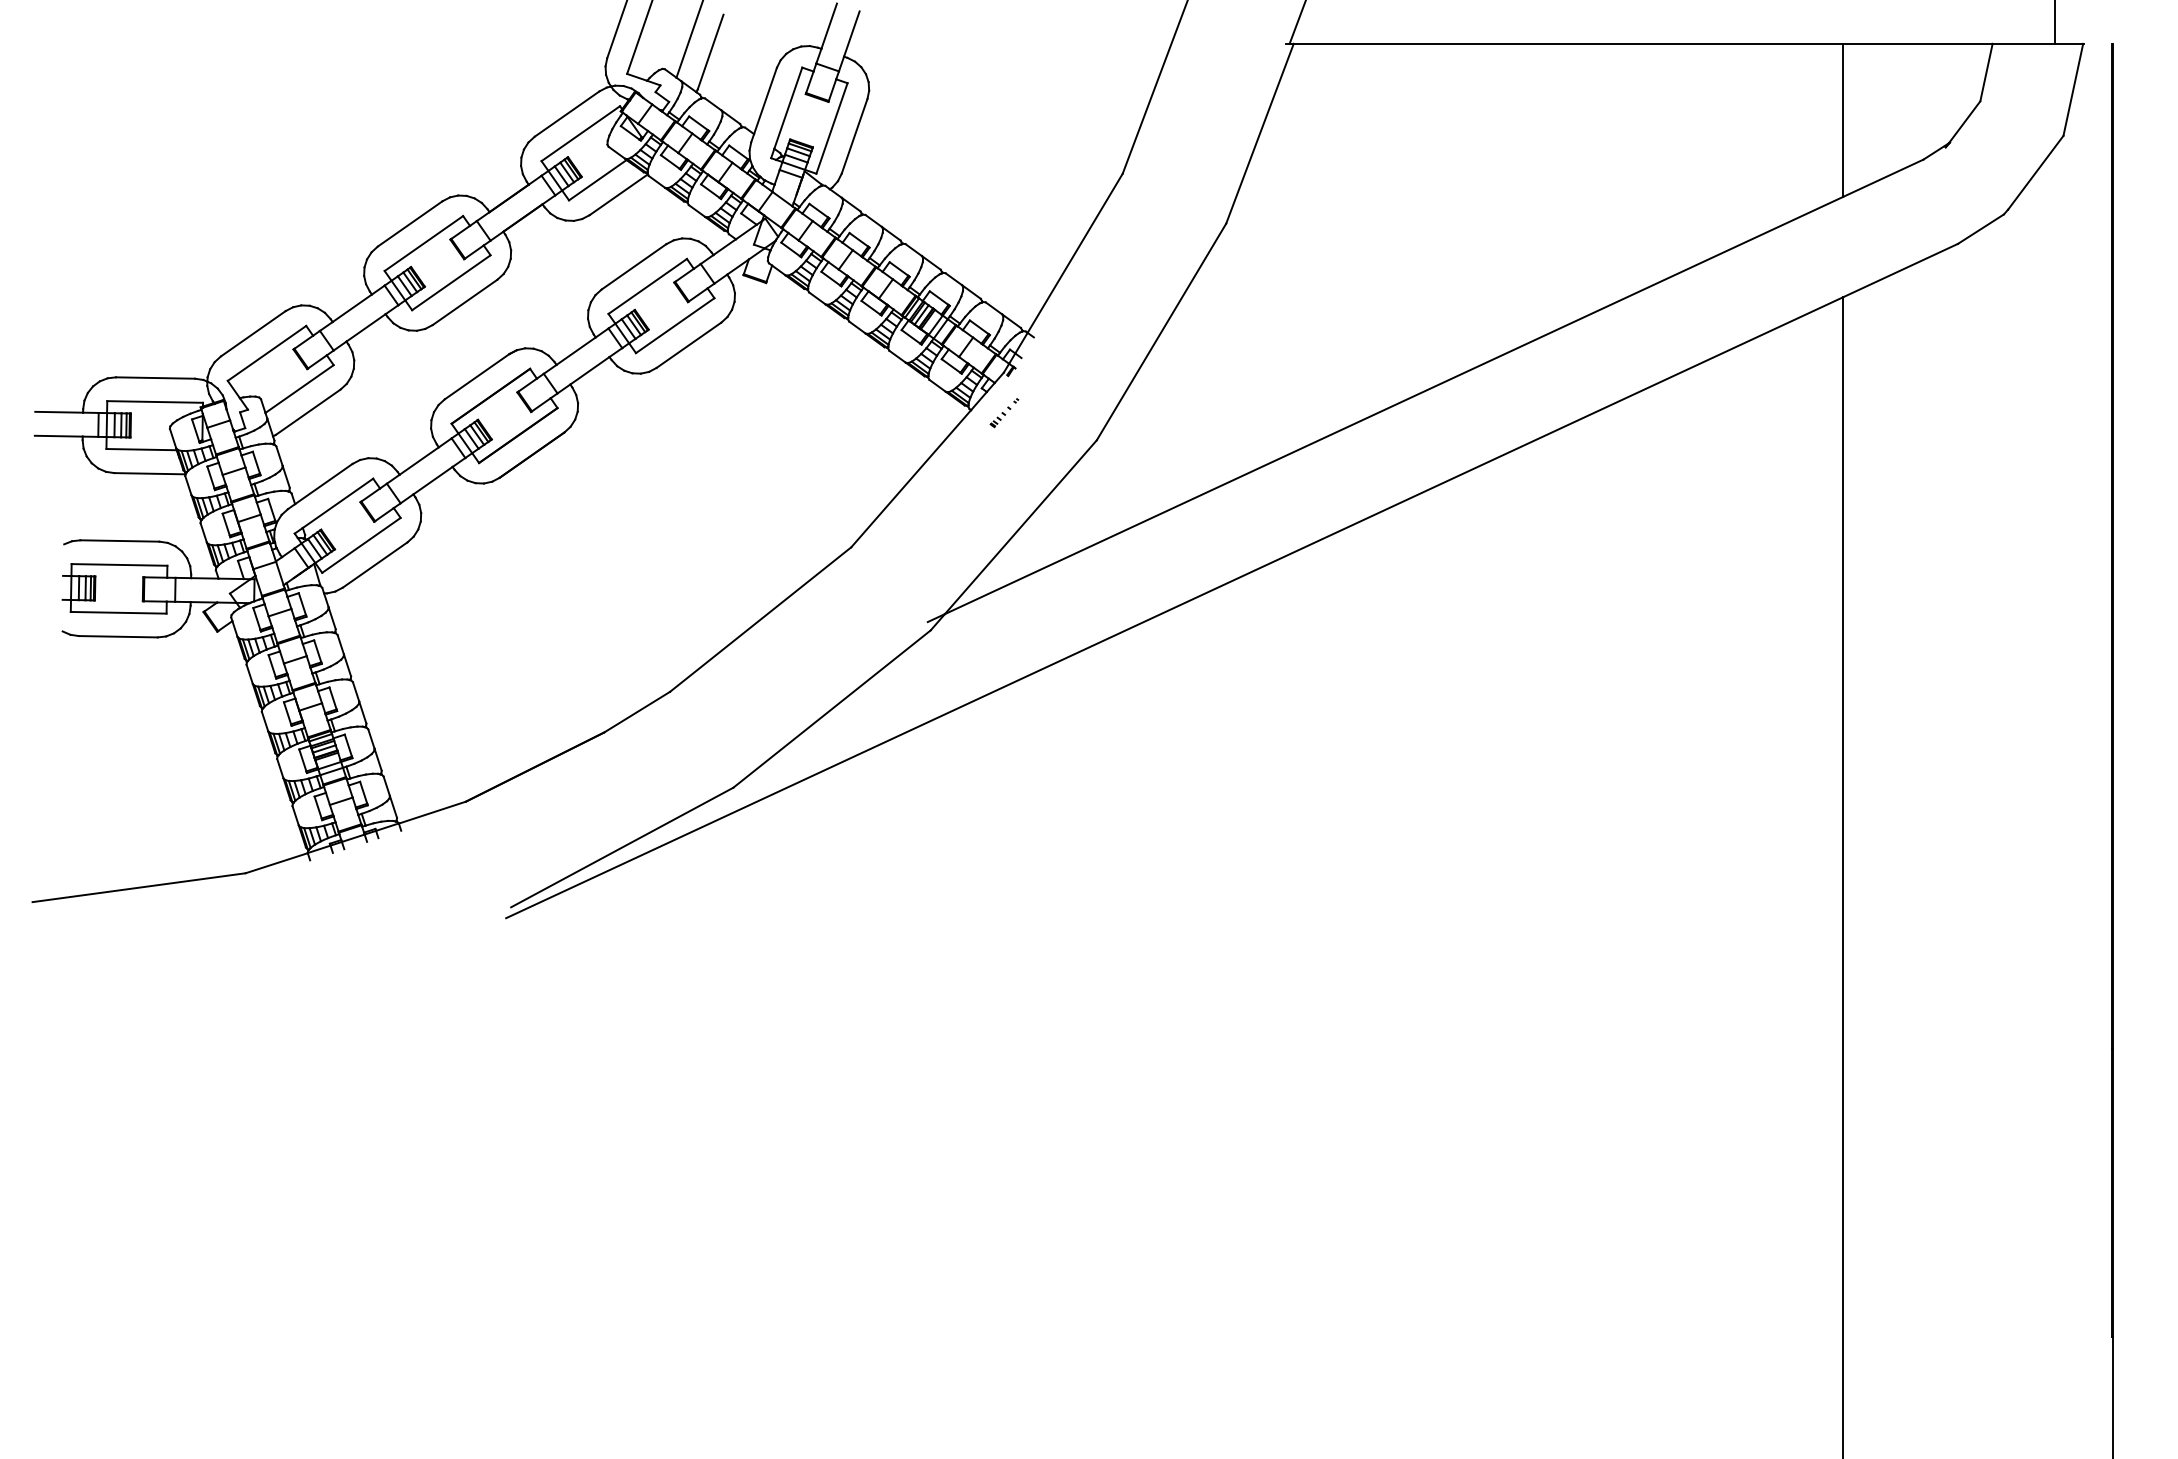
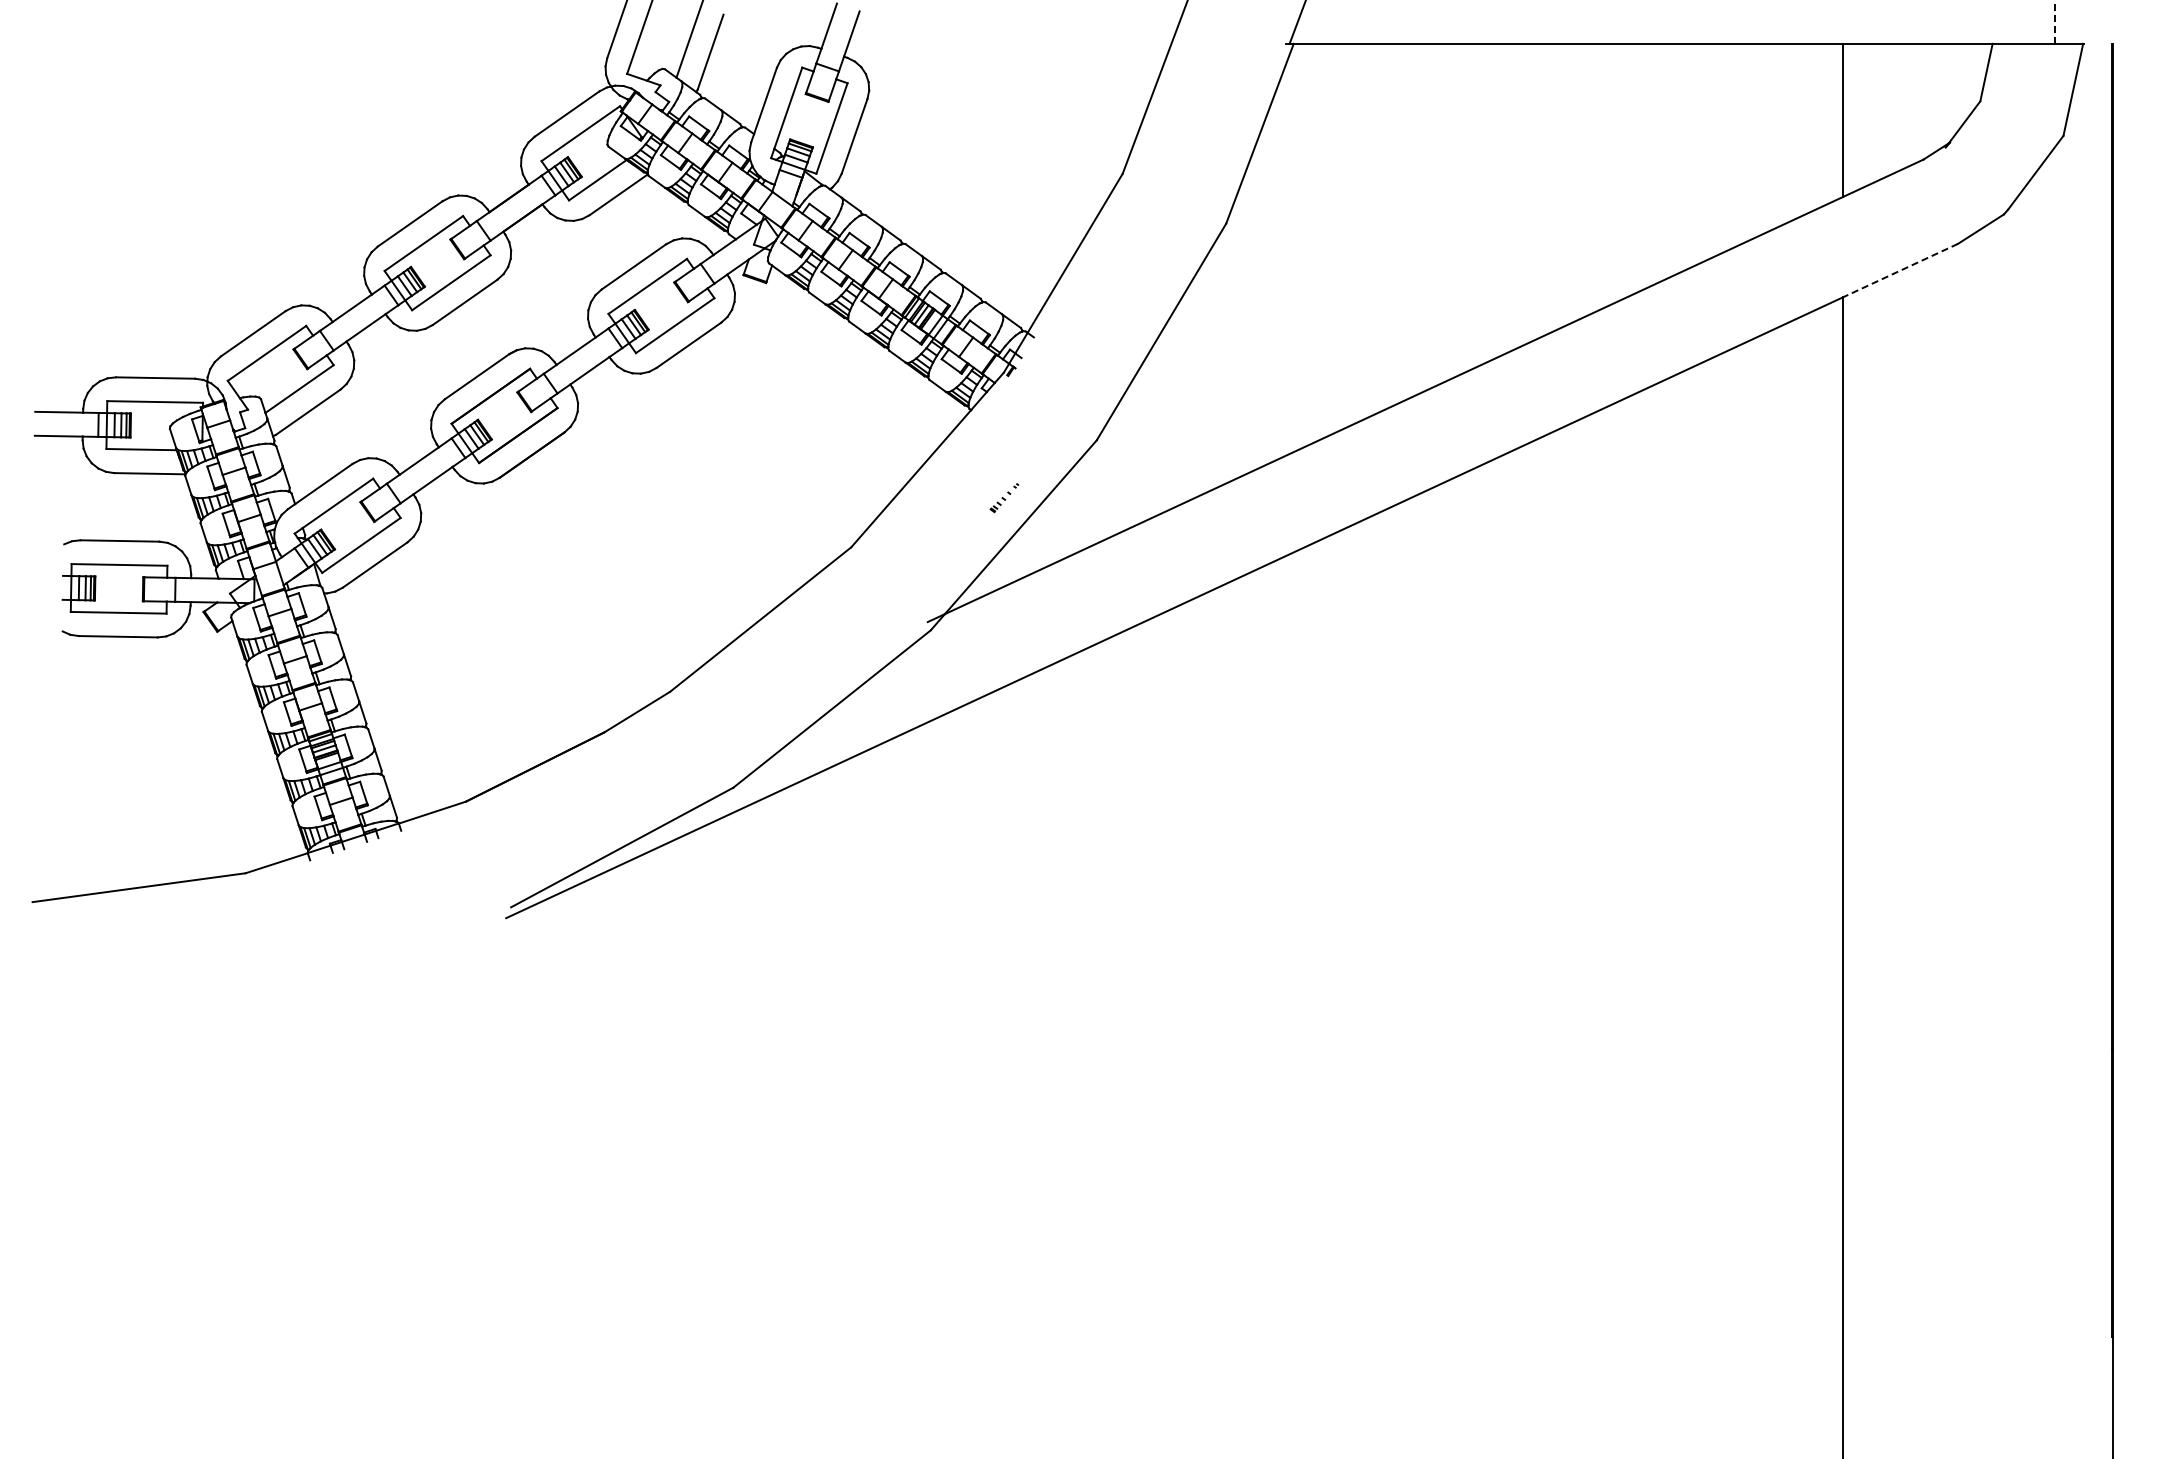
line at (2055, 21): solid -> dashed
line at (1900, 270): solid -> dashed
part at (1004, 413) position: (1004, 413) -> (1004, 498)
